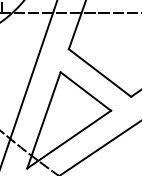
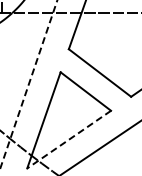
line at (28, 84): solid -> dashed
line at (69, 139): solid -> dashed
